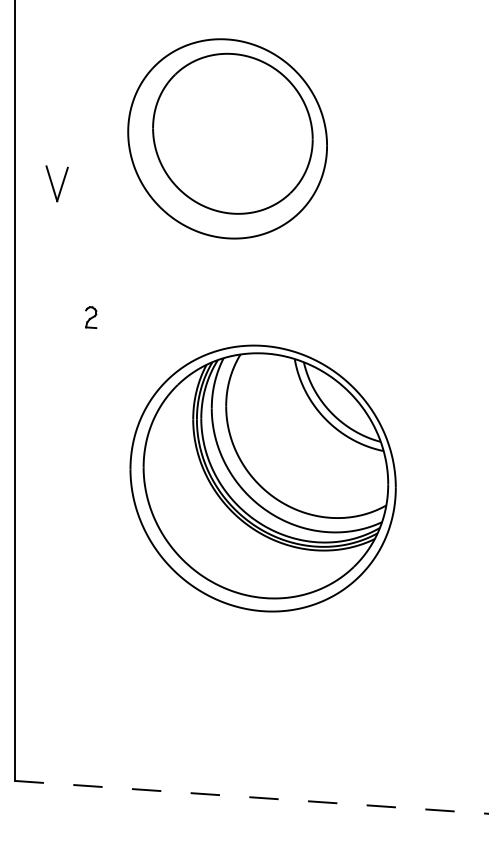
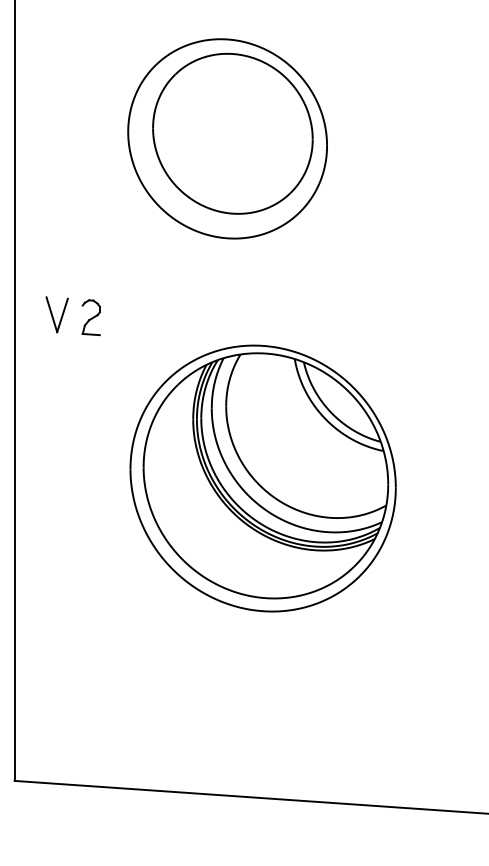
part at (56, 183) position: (56, 183) -> (56, 314)
part at (91, 317) size: 13x23 px -> 20x37 px
line at (251, 797): dashed -> solid
